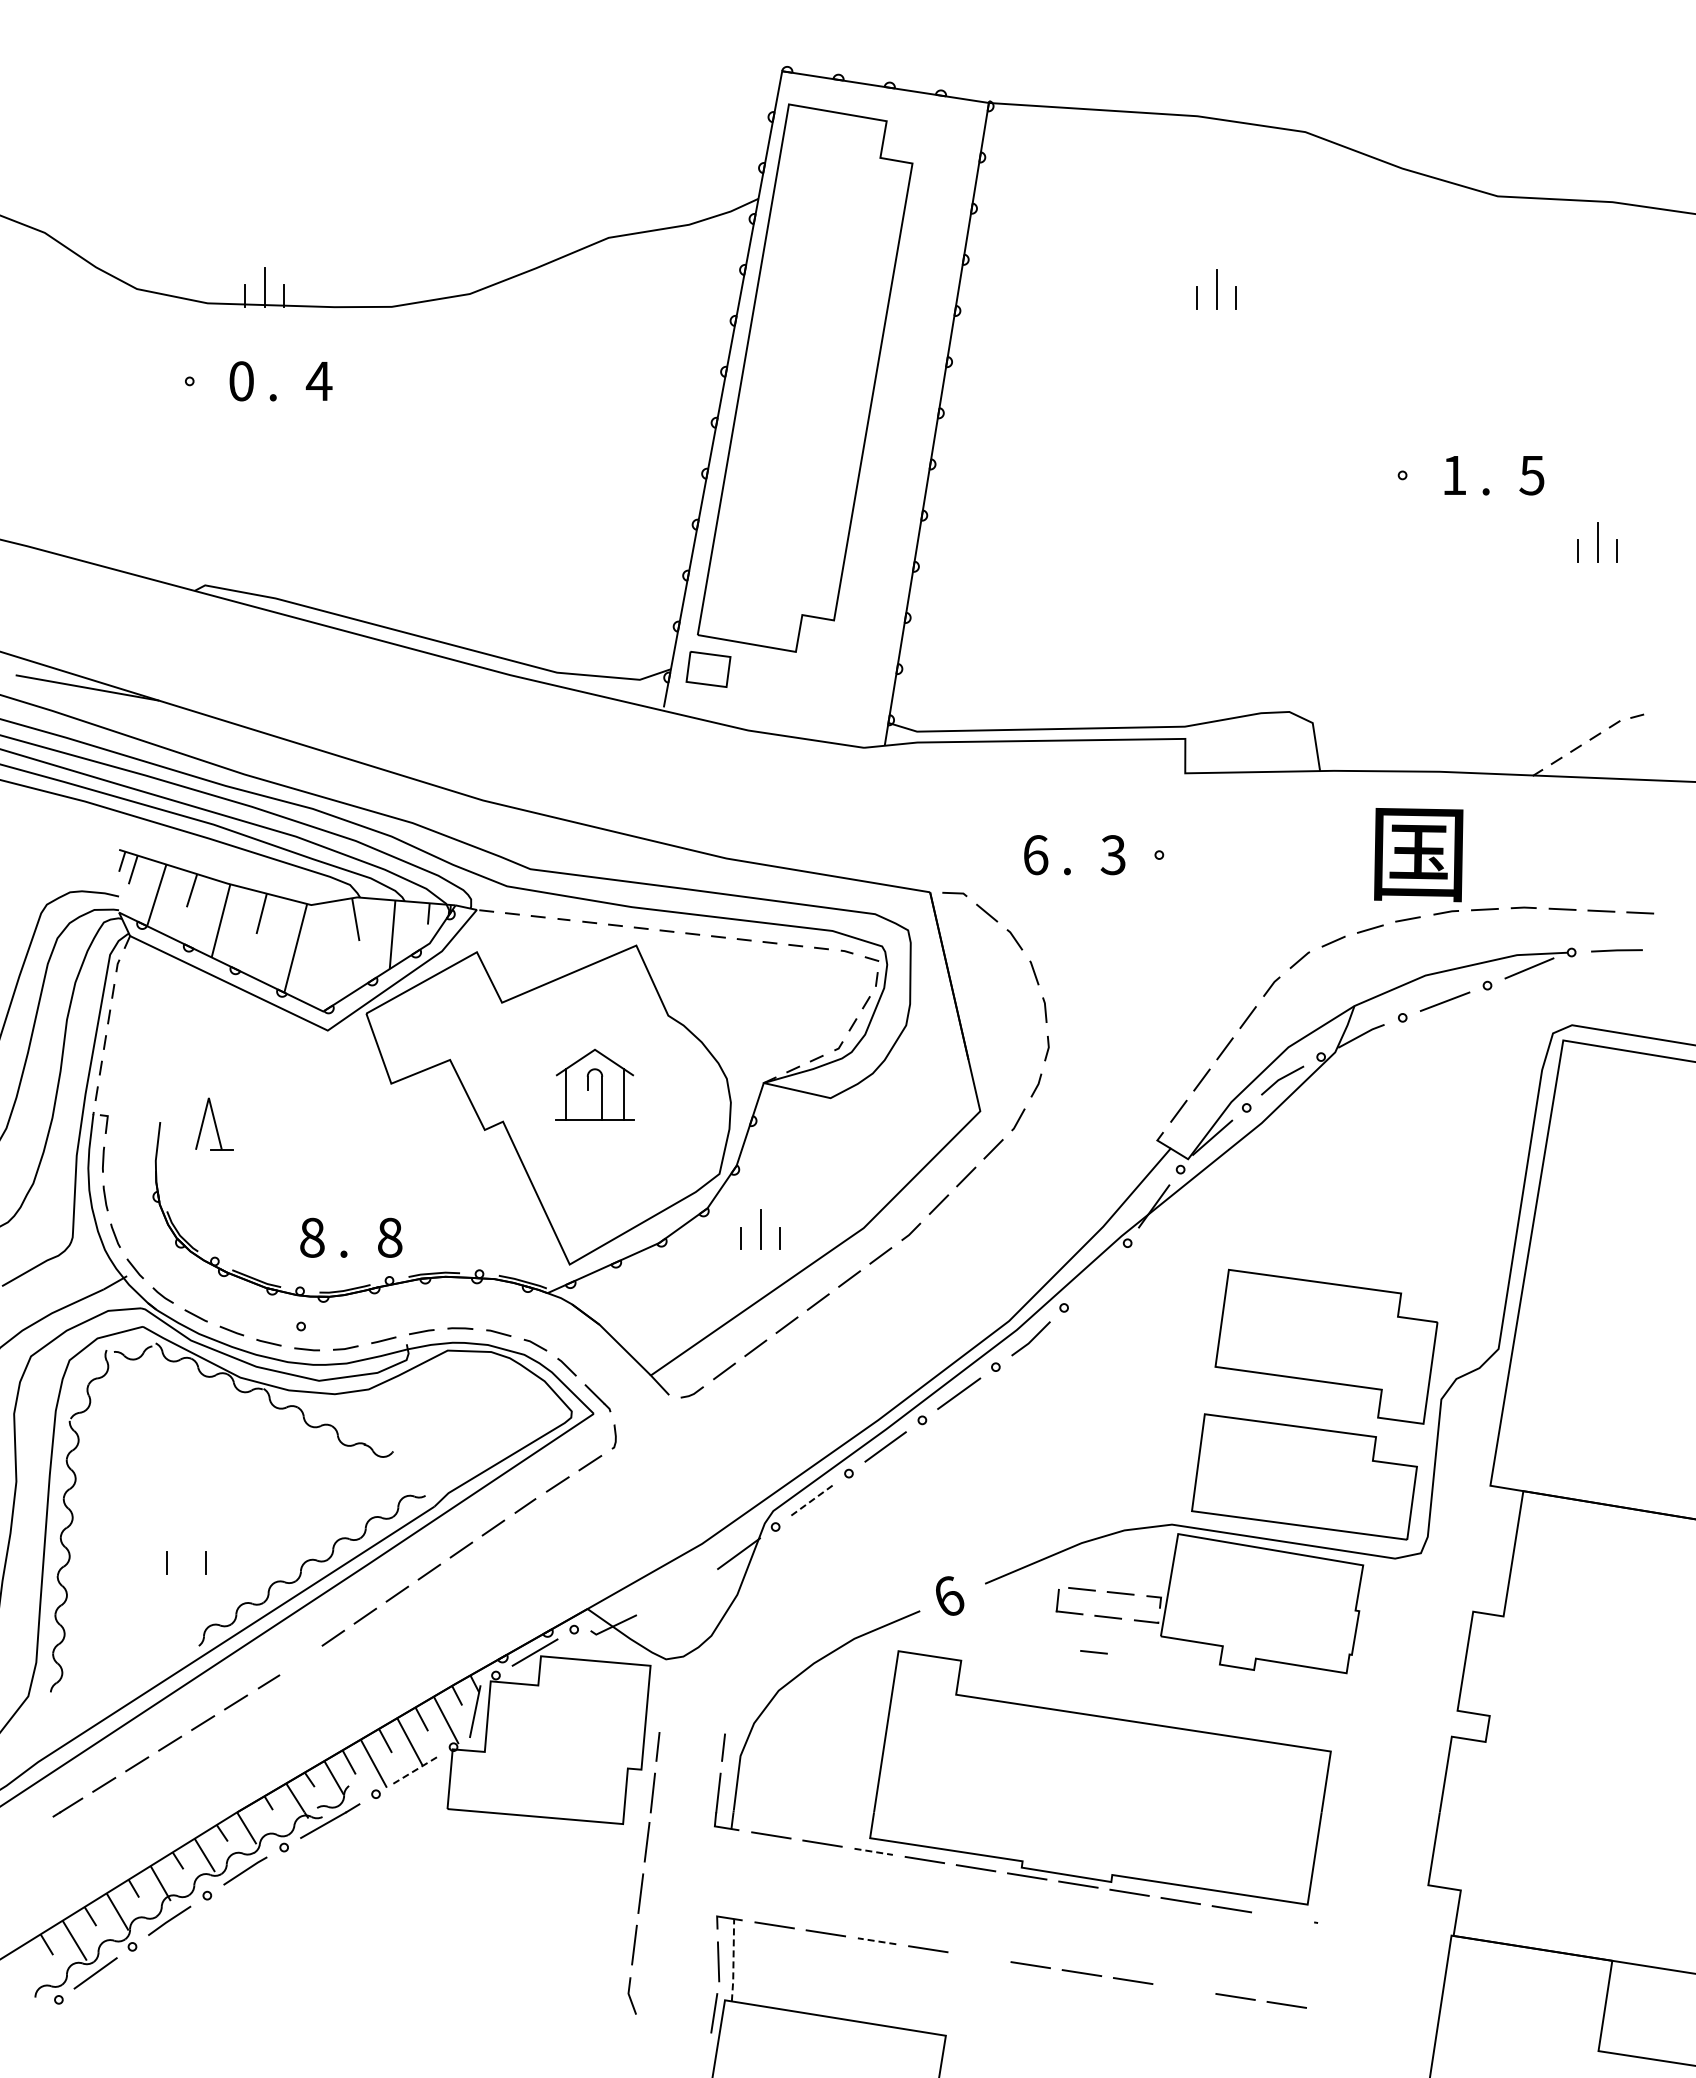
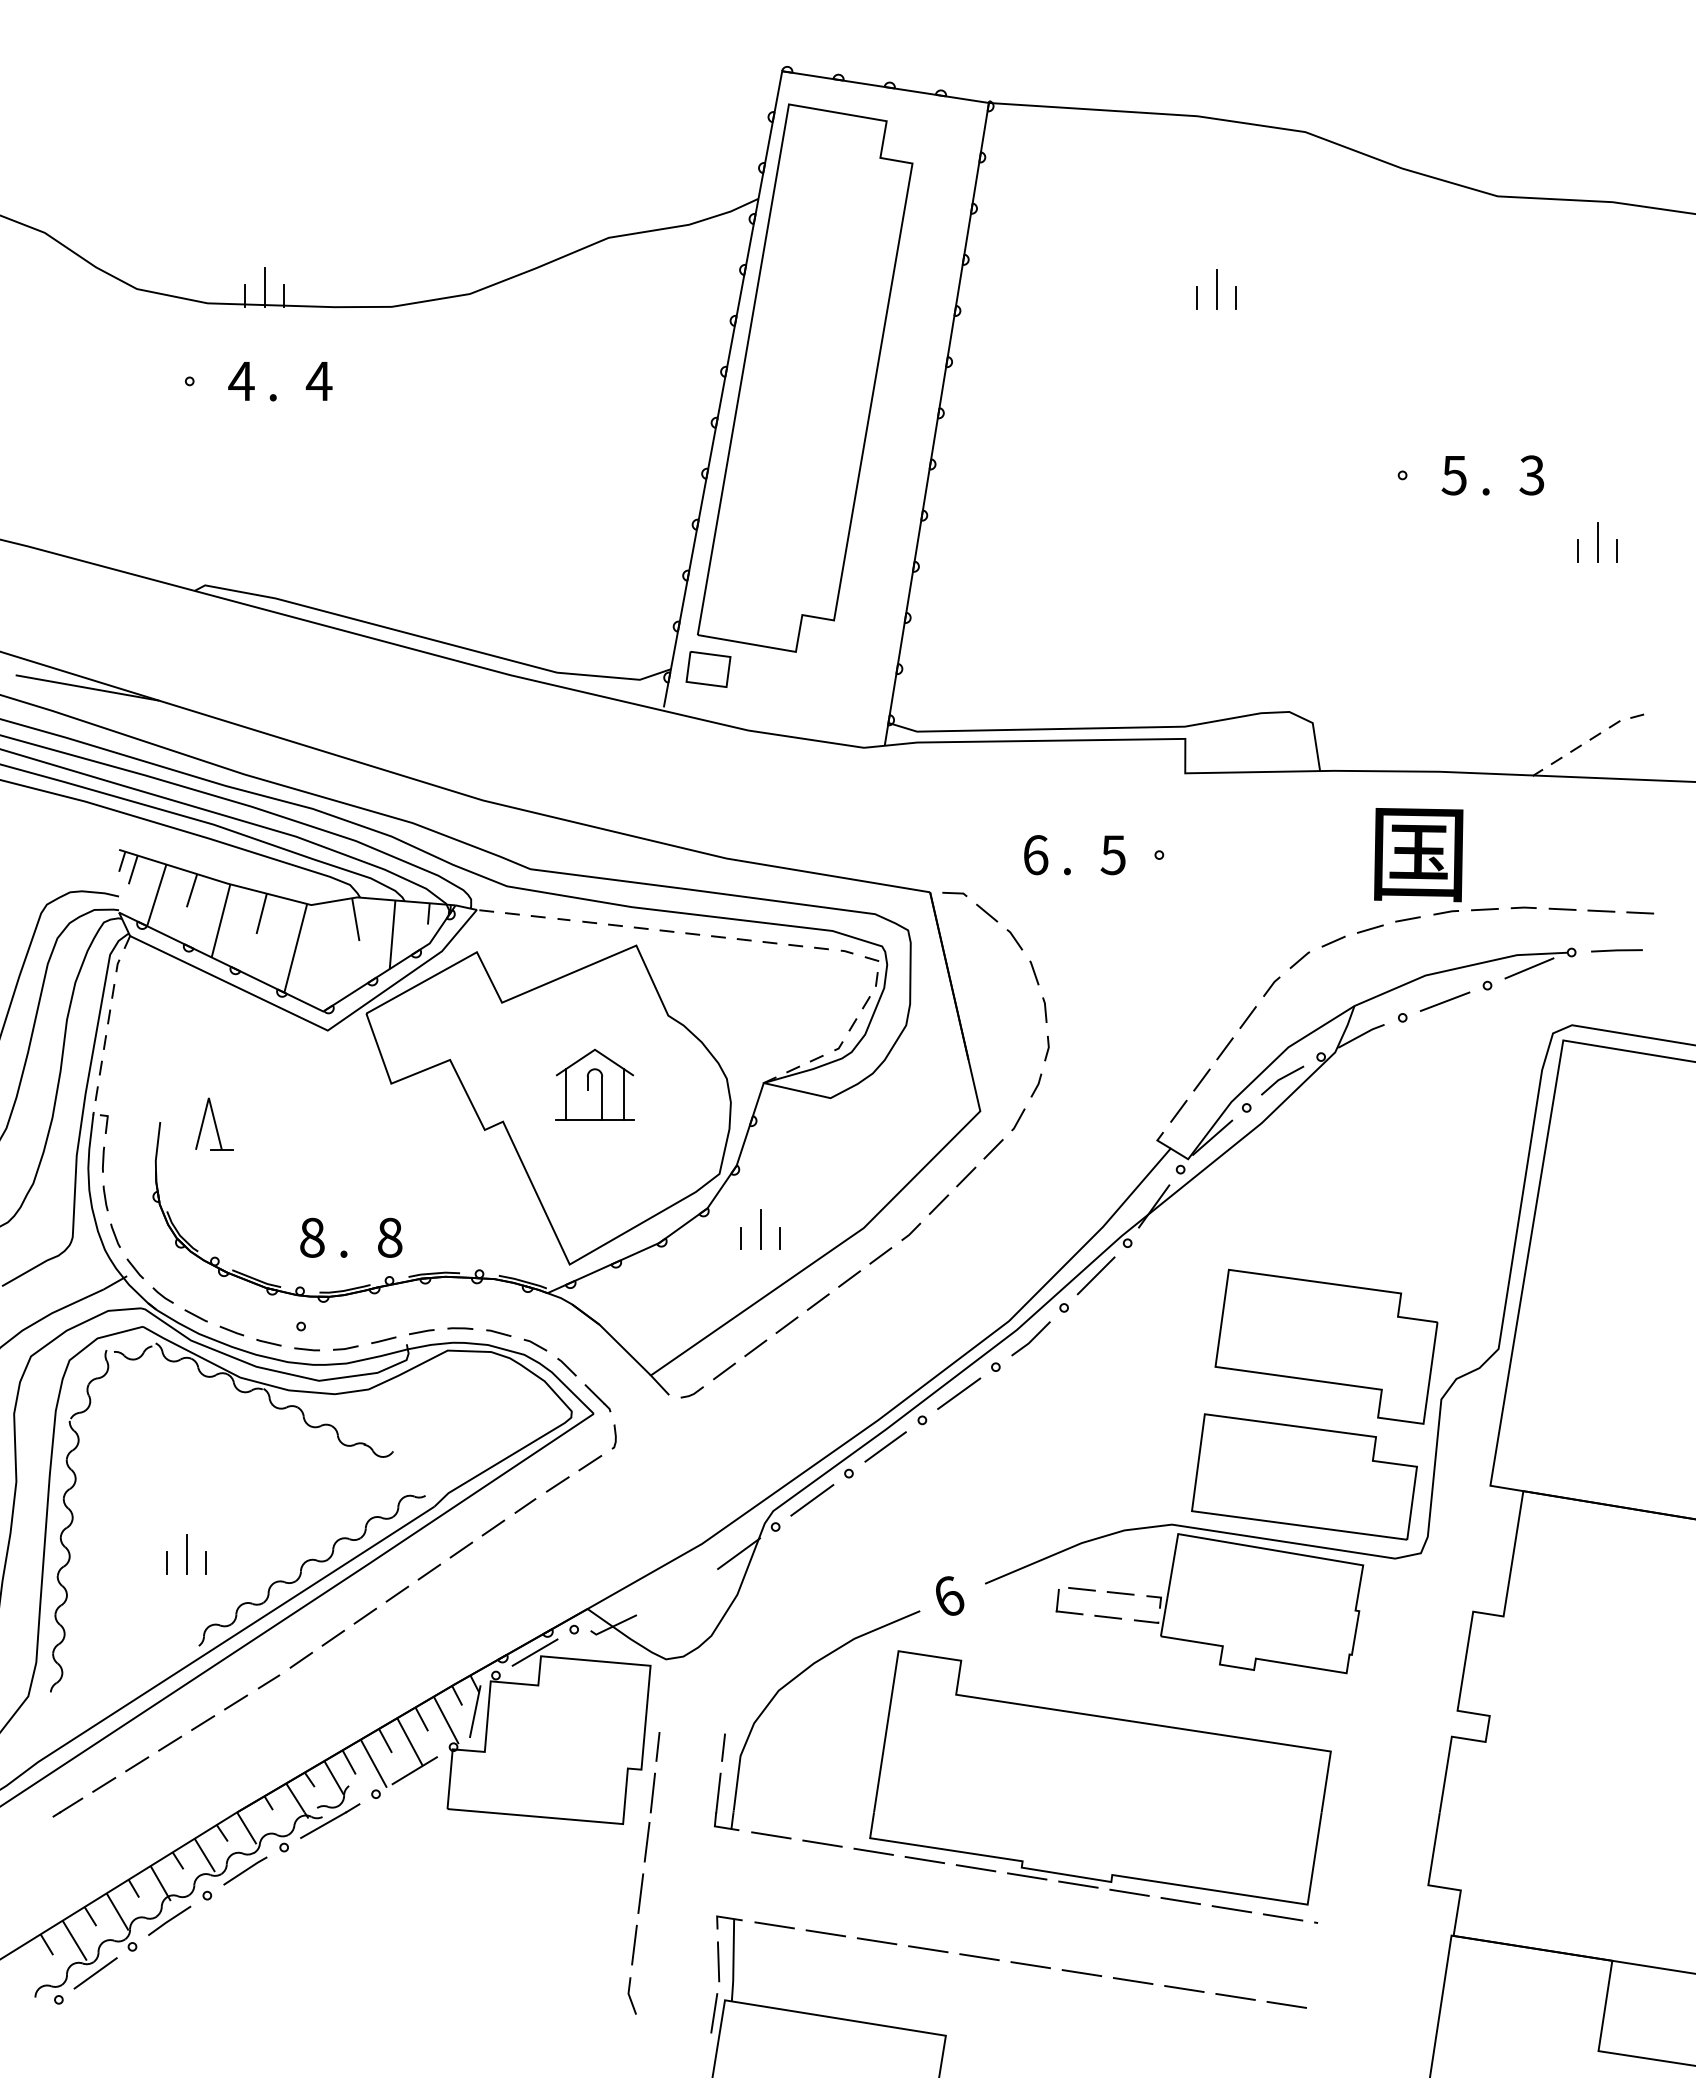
text at (241, 381): 0 -> 4
text at (1531, 474): 5 -> 3
text at (1453, 475): 1 -> 5
text at (1112, 854): 3 -> 5
line at (1095, 1275): none -> present
line at (812, 1500): dashed -> solid
line at (186, 1553): none -> present
line at (1093, 1652): present -> none
line at (301, 1659): none -> present
line at (414, 1770): dashed -> solid
line at (874, 1851): dashed -> solid
line at (1283, 1917): none -> present
line at (876, 1941): dashed -> solid
line at (979, 1957): none -> present
line at (733, 1960): dashed -> solid
line at (1184, 1988): none -> present
